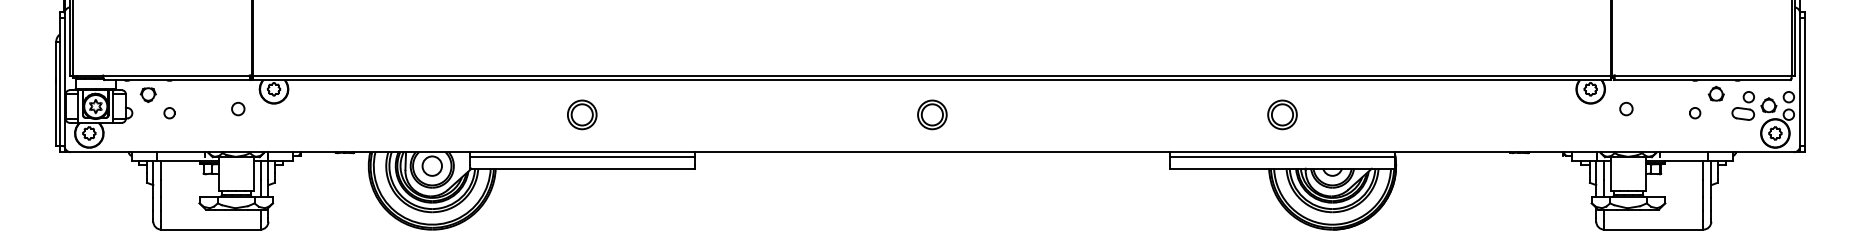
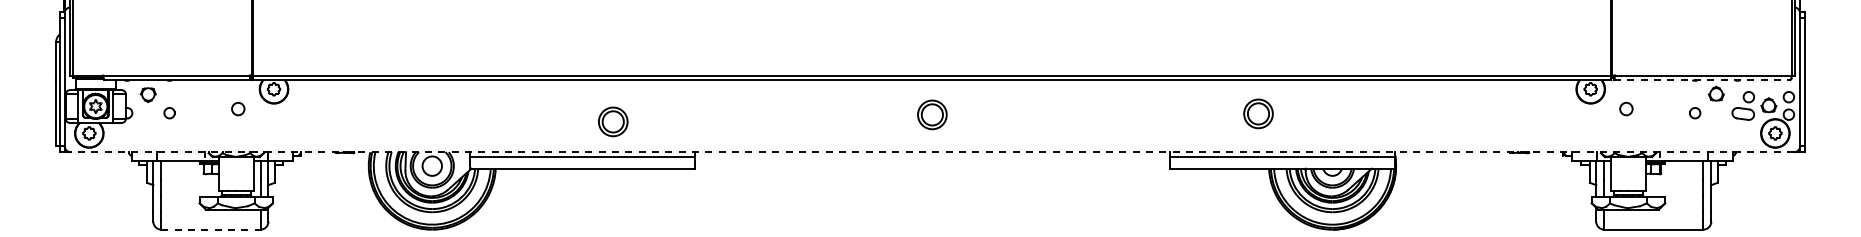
line at (1702, 80): solid -> dashed
part at (582, 114) position: (582, 114) -> (613, 121)
part at (1282, 114) position: (1282, 114) -> (1258, 113)
line at (932, 152): solid -> dashed
line at (210, 229): solid -> dashed
